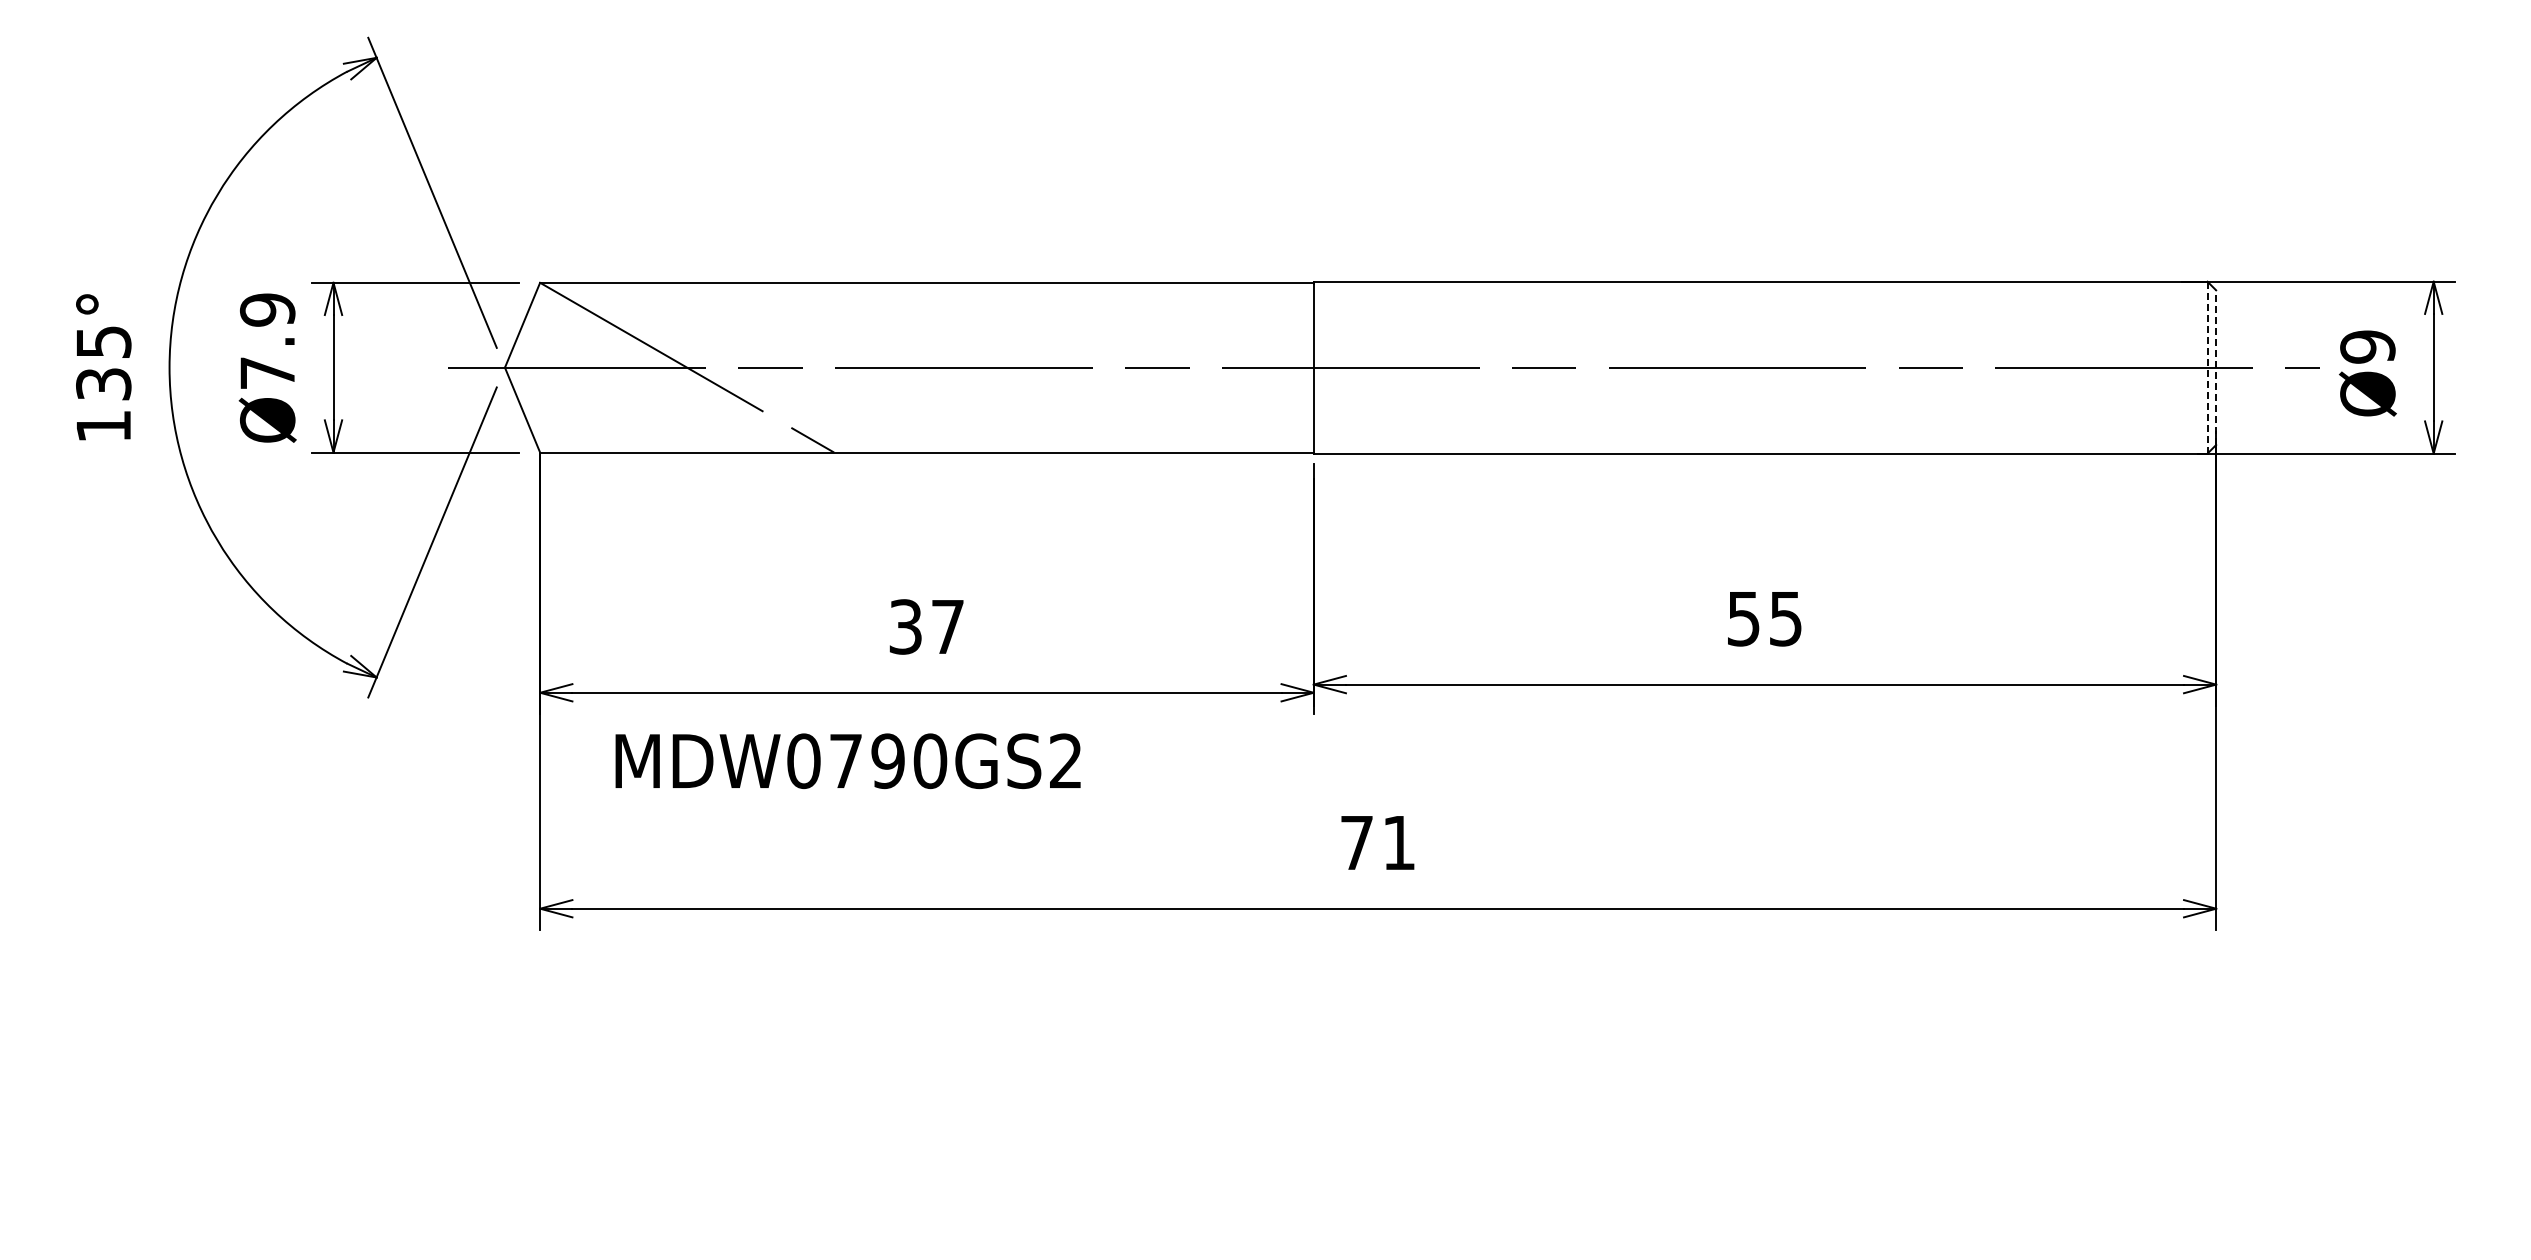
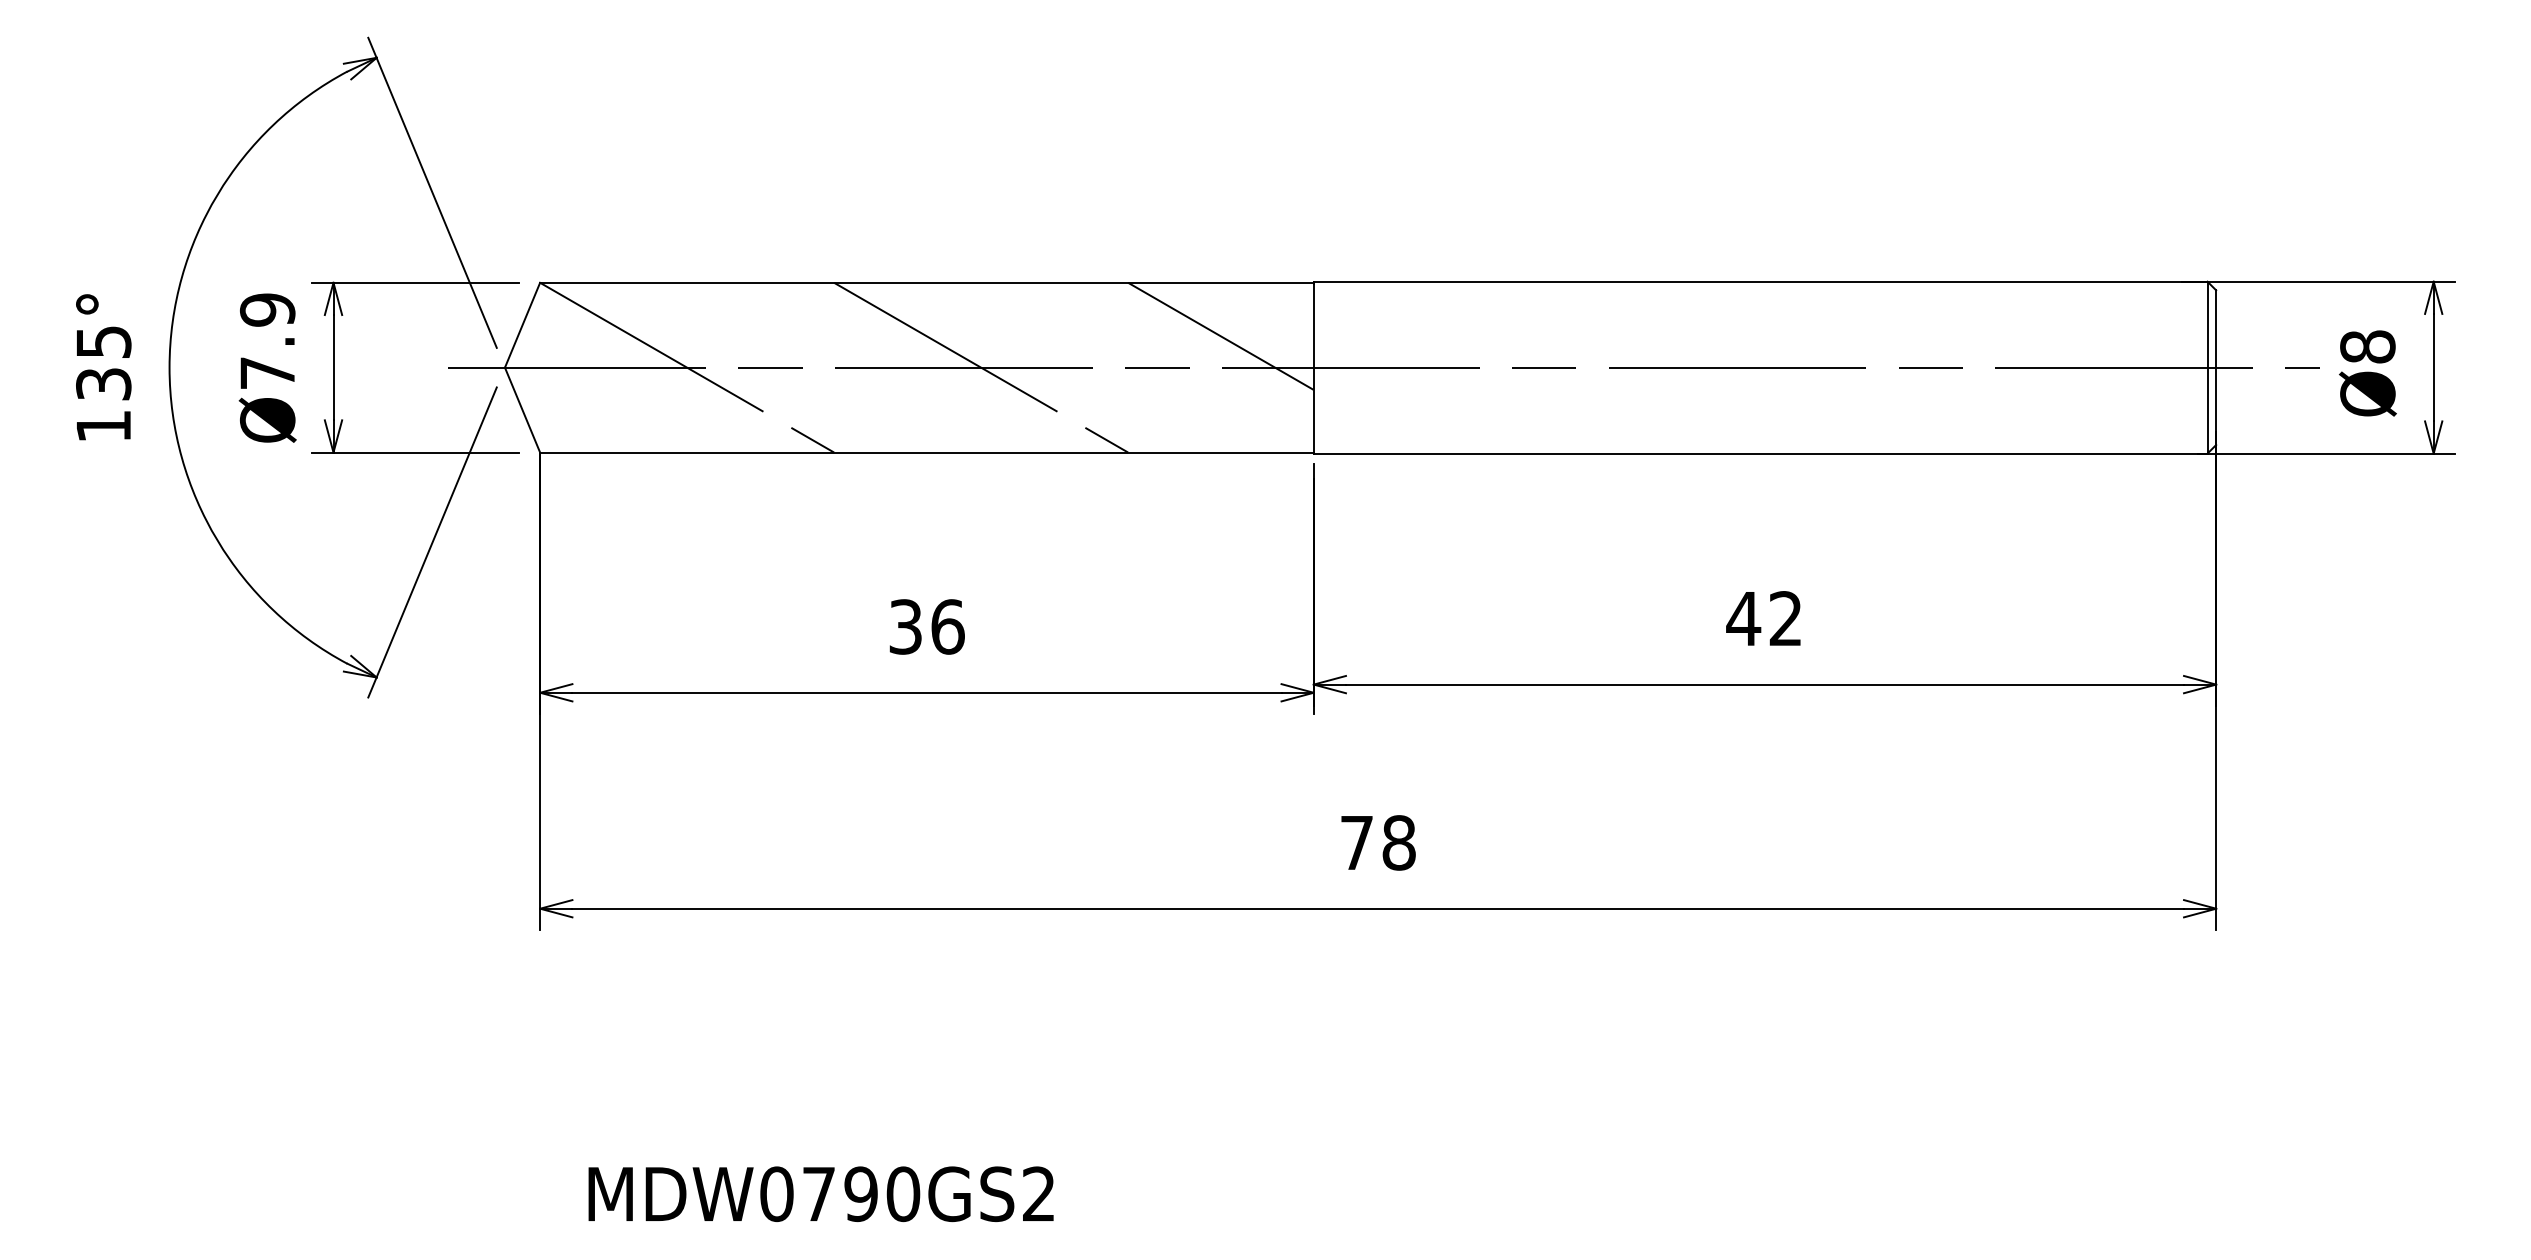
line at (1220, 335): none -> present
text at (2367, 346): Ø9 -> Ø8
line at (981, 367): none -> present
line at (2207, 367): dashed -> solid
line at (2216, 367): dashed -> solid
text at (1763, 618): 55 -> 42
text at (947, 626): 37 -> 36
text at (847, 761) position: (847, 761) -> (820, 1194)
text at (1398, 842): 71 -> 78
